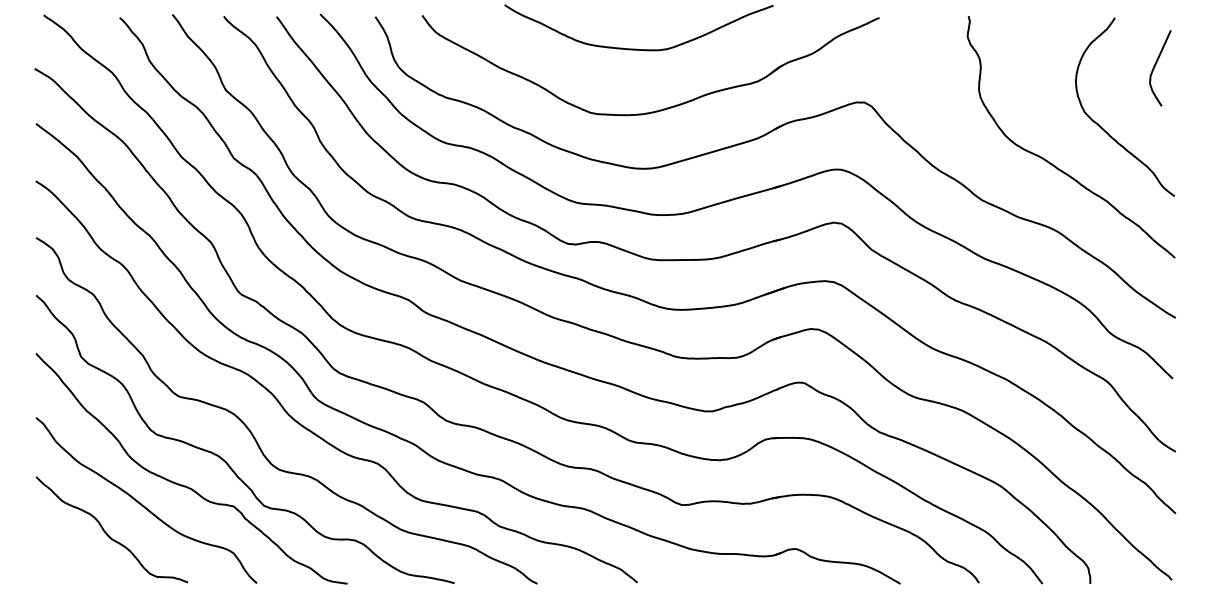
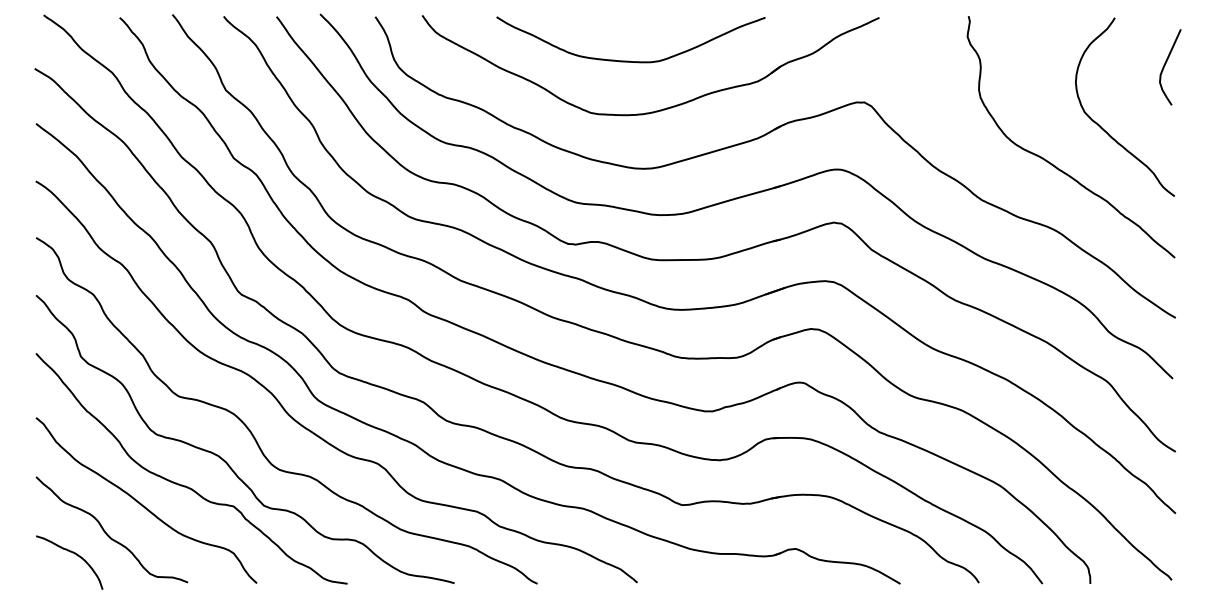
curve at (637, 48) position: (637, 48) -> (629, 60)
curve at (1155, 66) position: (1155, 66) -> (1165, 65)
curve at (74, 554): none -> present
